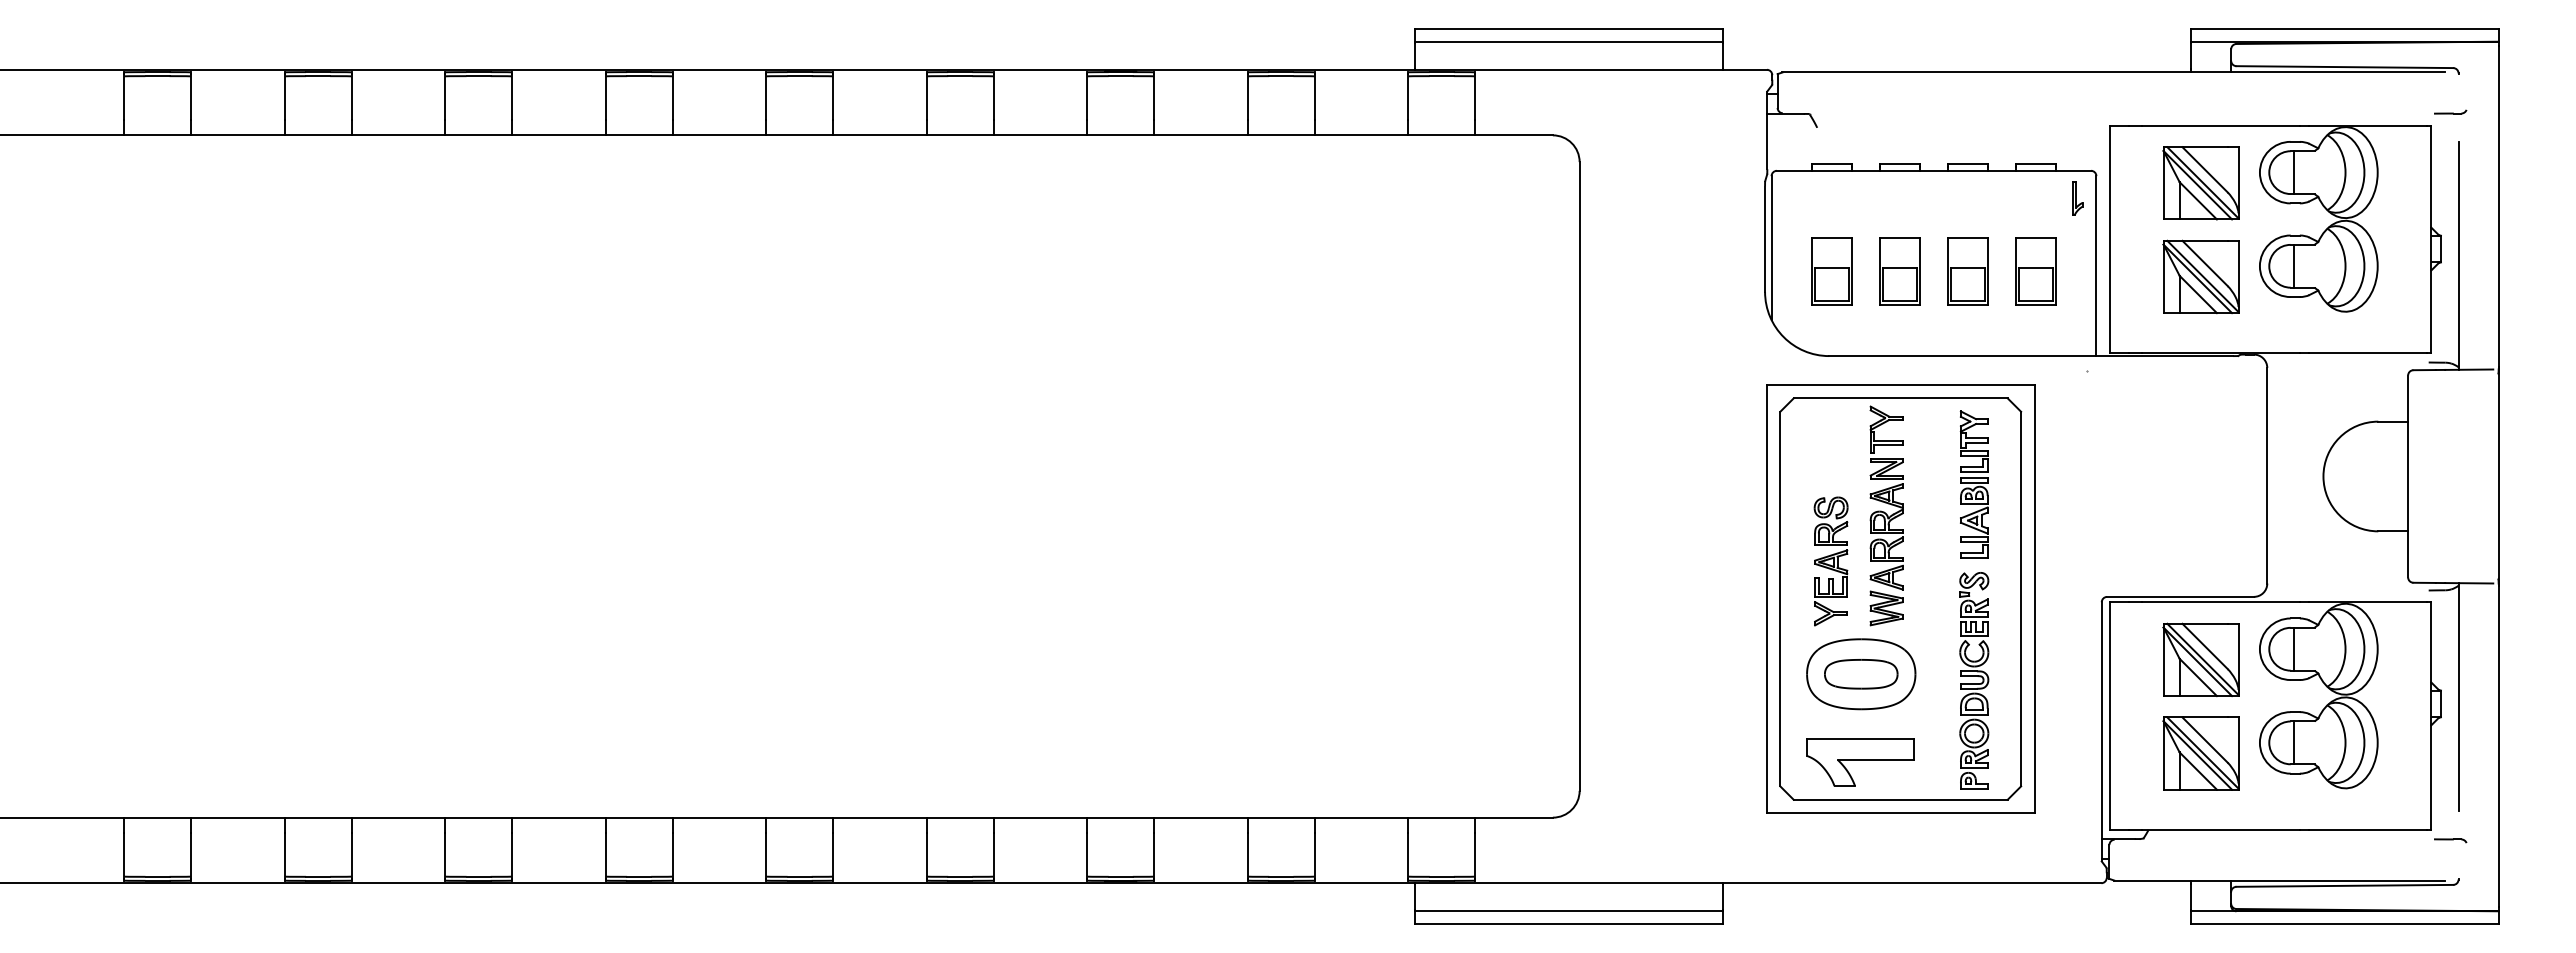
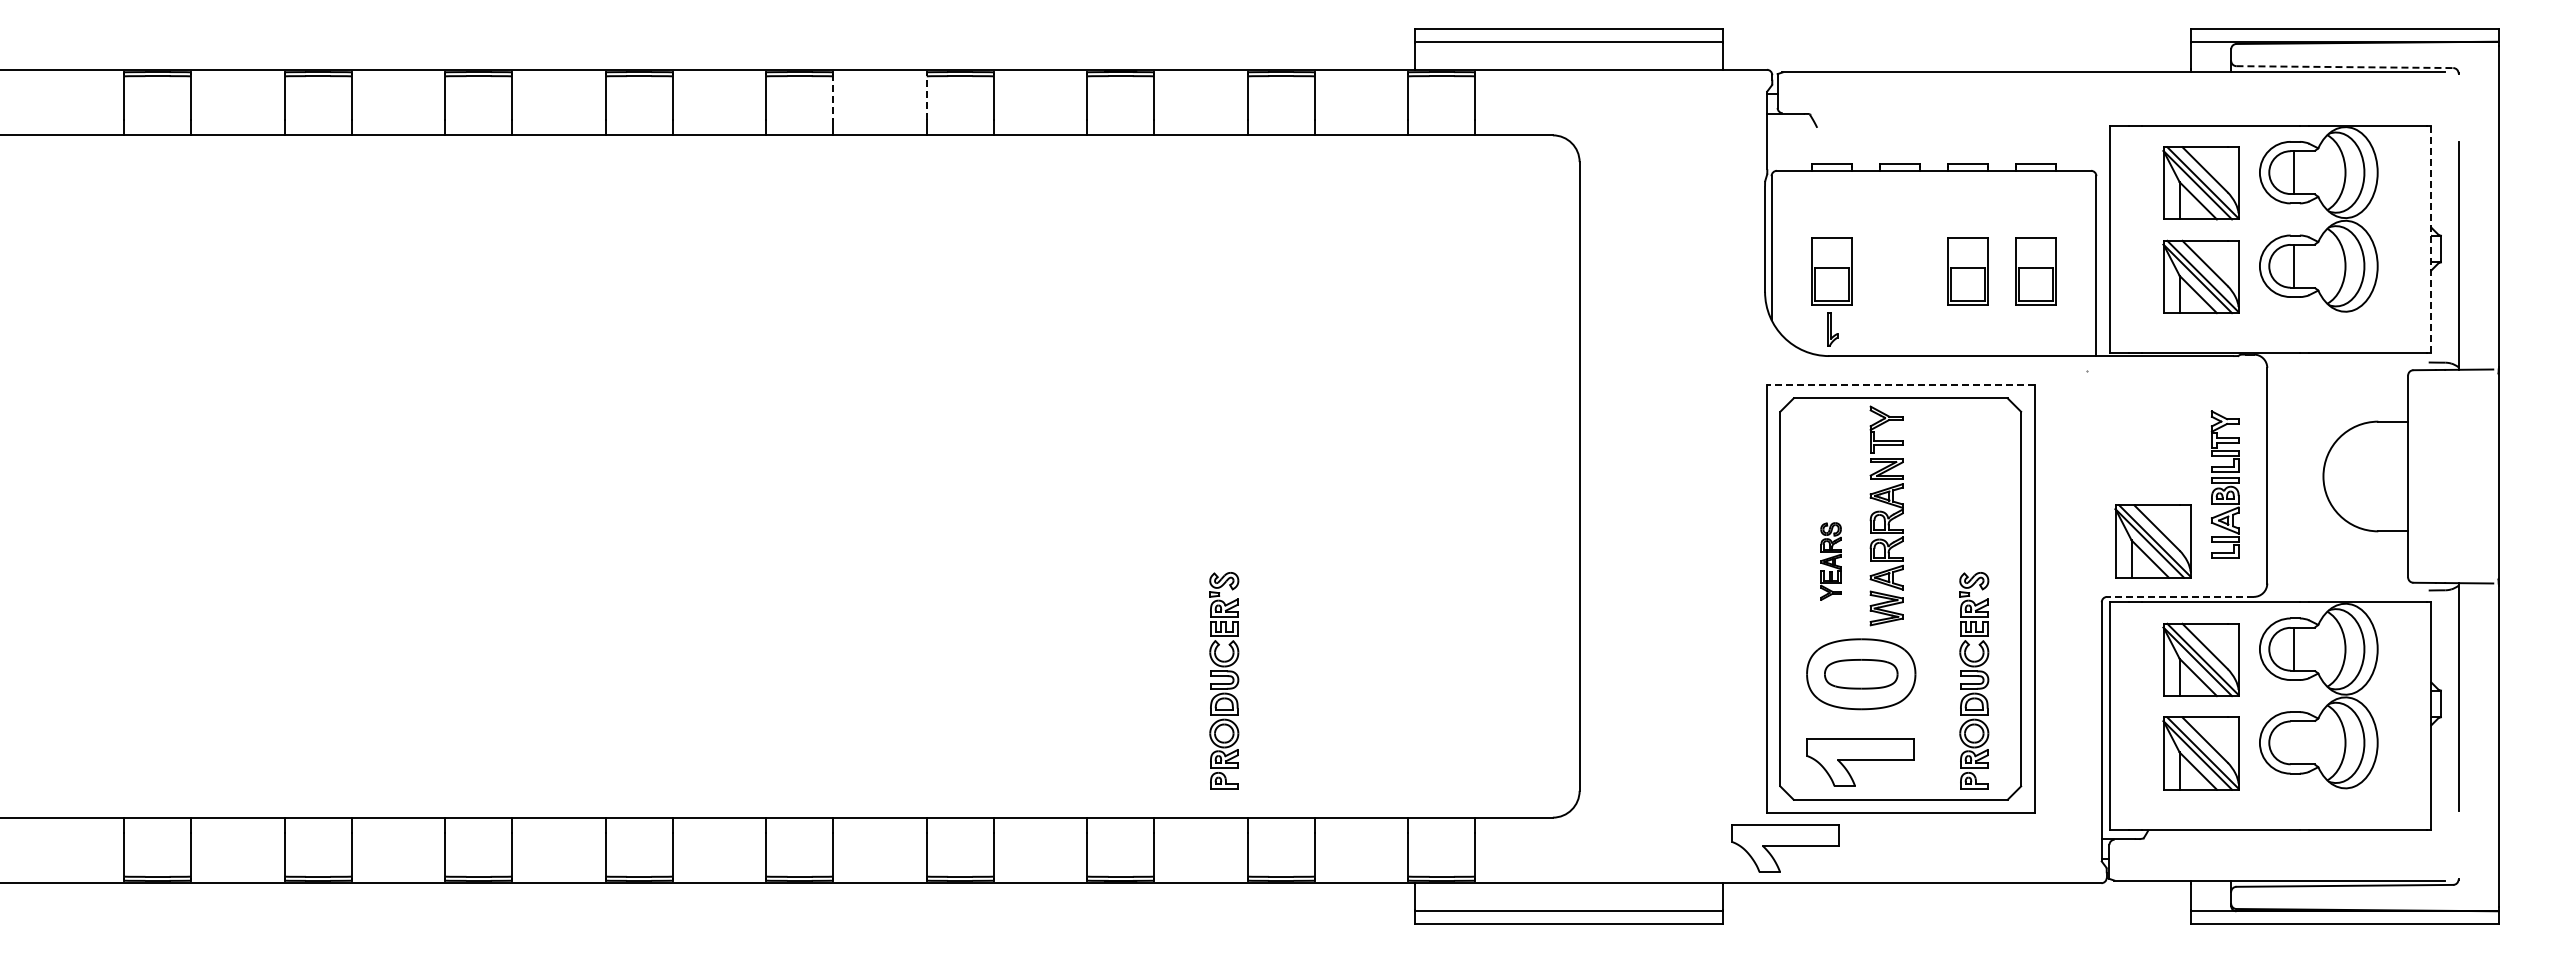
line at (2345, 67): solid -> dashed
line at (833, 97): solid -> dashed
line at (926, 97): solid -> dashed
part at (2450, 111): present -> none
part at (2077, 198) position: (2077, 198) -> (1832, 329)
line at (2431, 239): solid -> dashed
part at (1899, 271): present -> none
line at (1900, 385): solid -> dashed
part at (1973, 484) position: (1973, 484) -> (2224, 484)
part at (2152, 541): none -> present
part at (1830, 561) size: 36x131 px -> 22x79 px
line at (2180, 596): solid -> dashed
part at (1224, 680): none -> present
line at (2294, 742): present -> none
part at (2450, 840): present -> none
part at (1785, 848): none -> present
